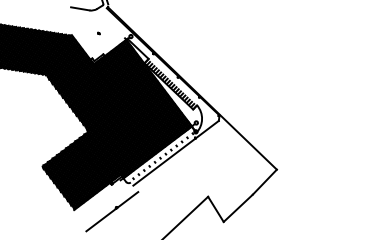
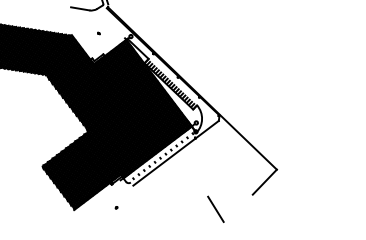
line at (237, 207): present -> none
line at (112, 211): present -> none
line at (186, 216): present -> none
